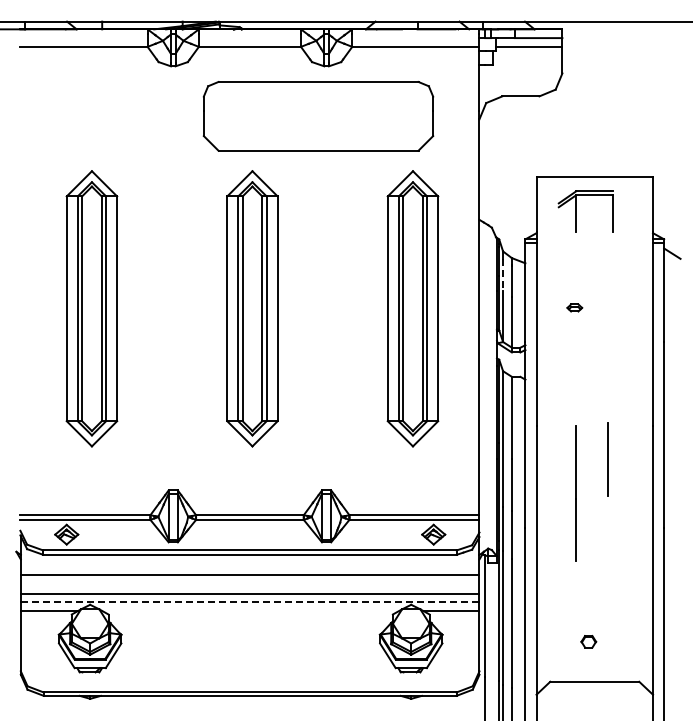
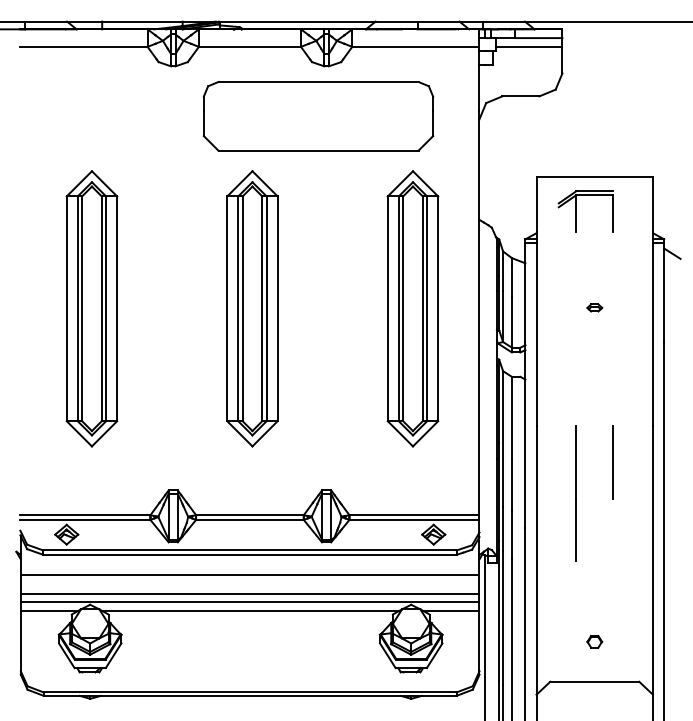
line at (503, 274): dashed -> solid
part at (574, 307) position: (574, 307) -> (594, 307)
line at (607, 459) position: (607, 459) -> (612, 462)
line at (250, 602): dashed -> solid
line at (250, 611): none -> present
part at (588, 641) position: (588, 641) -> (594, 641)
